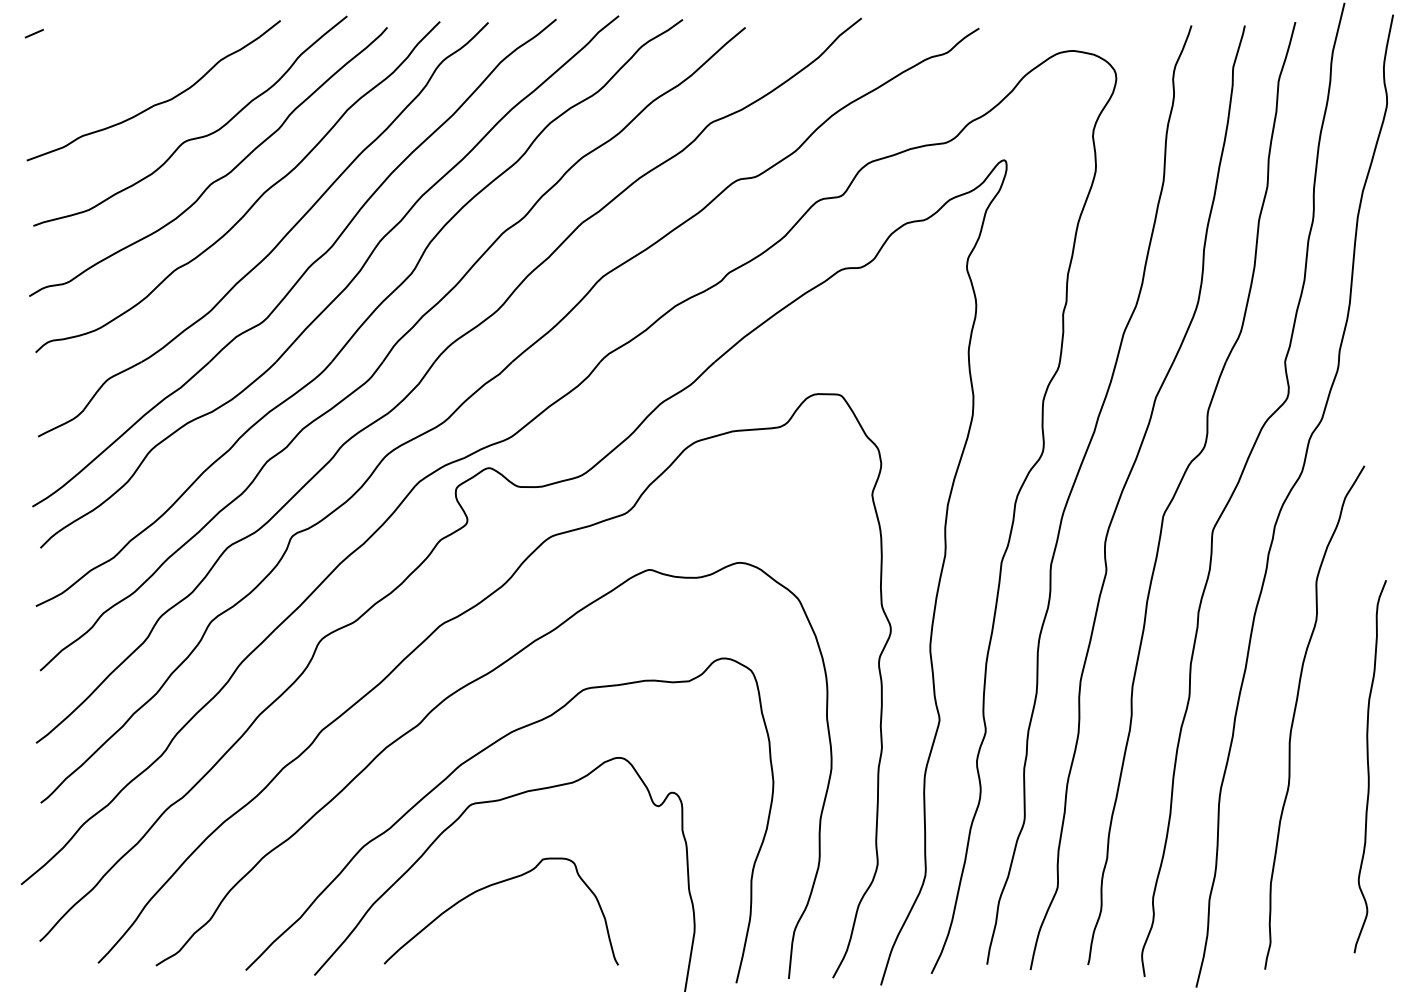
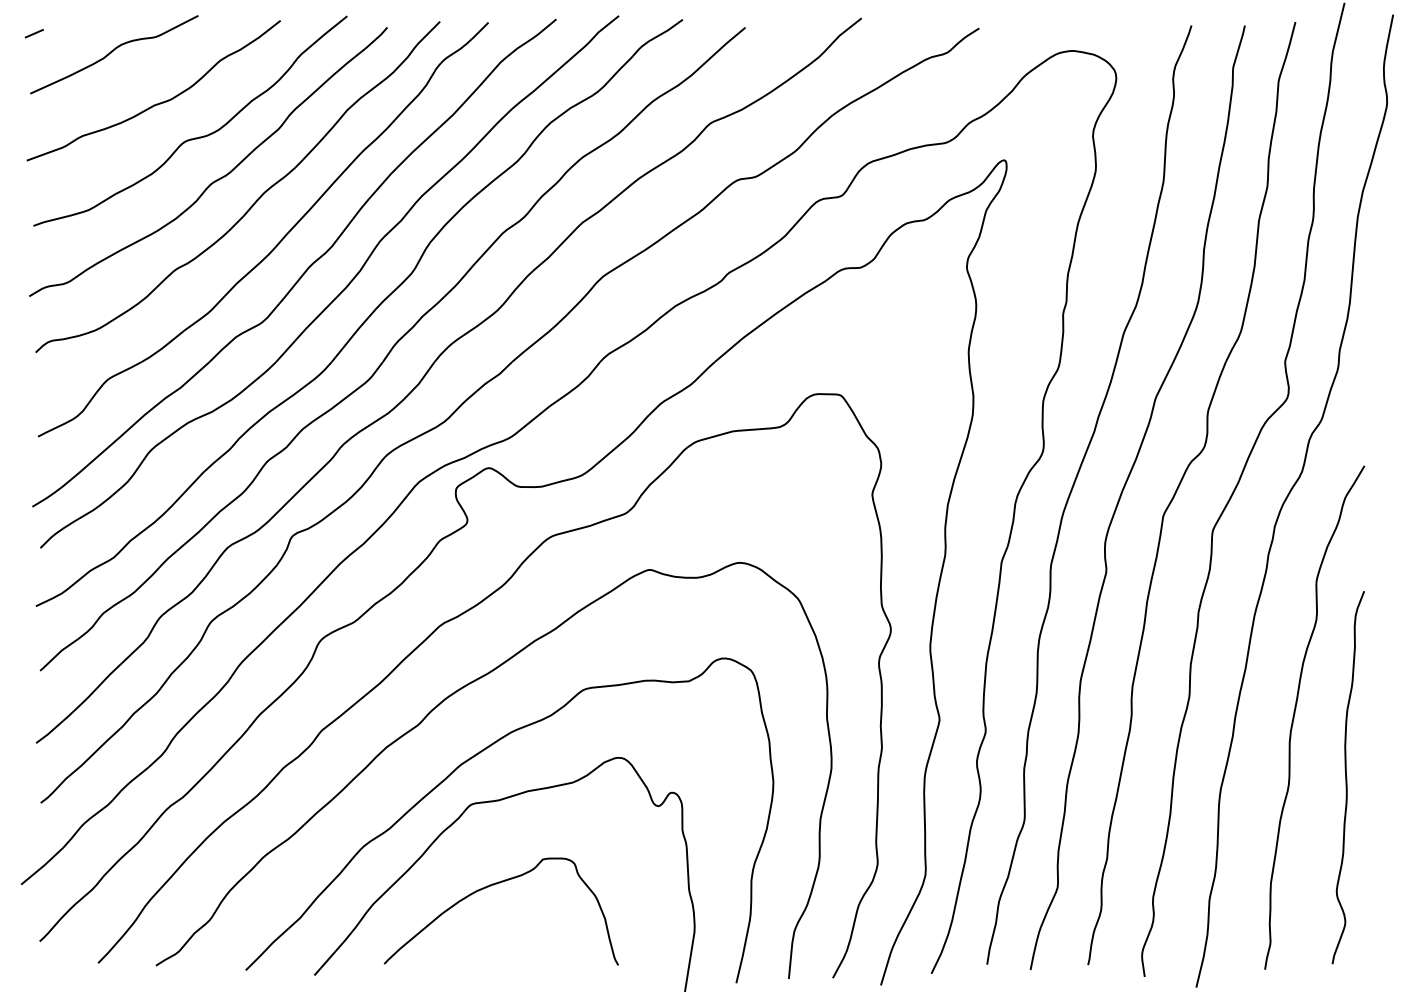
curve at (112, 52): none -> present
curve at (1369, 766) position: (1369, 766) -> (1347, 777)
